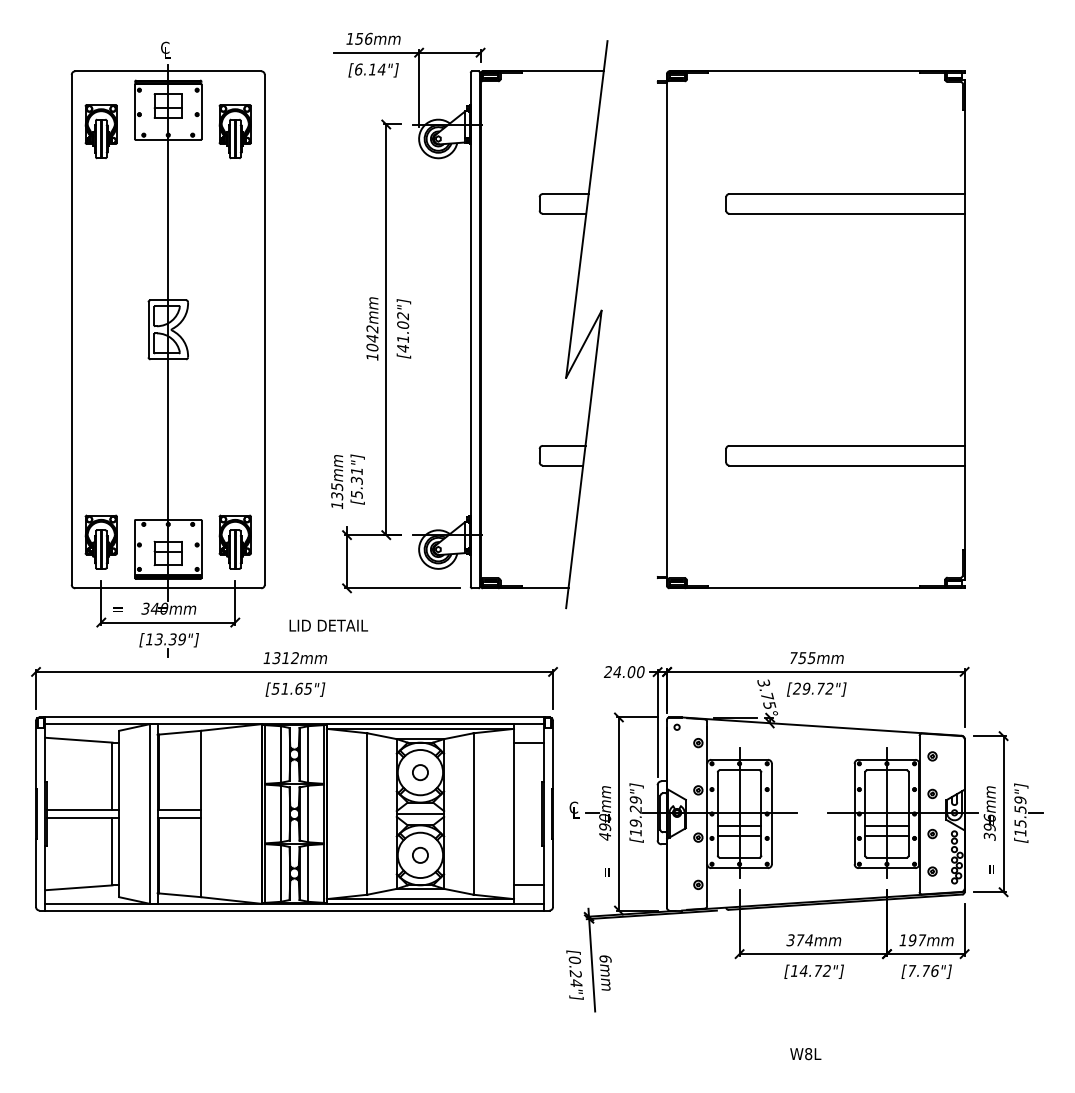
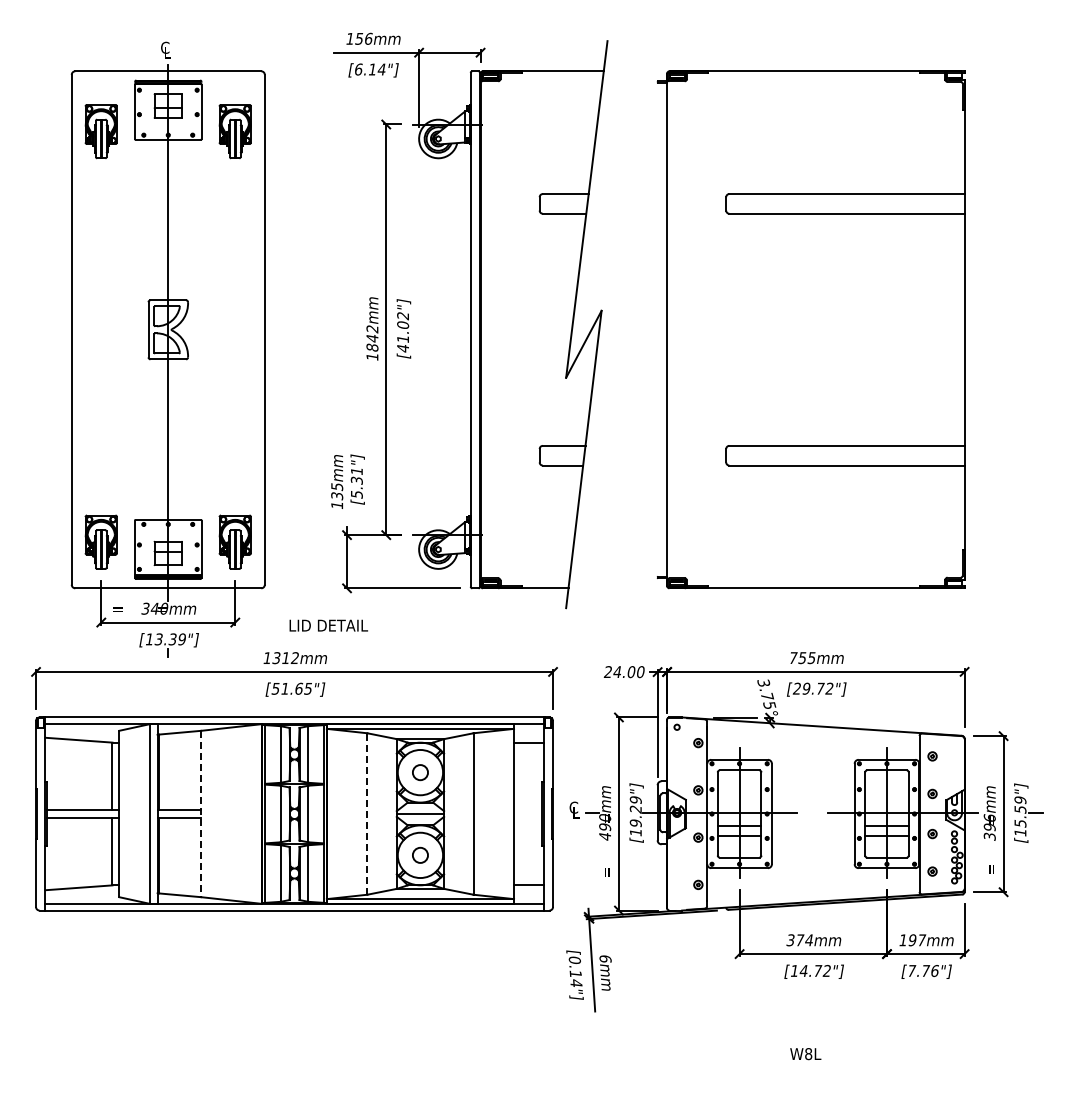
text at (372, 347): 1042mm -> 1842mm
line at (201, 814): solid -> dashed
line at (367, 814): solid -> dashed
text at (575, 973): [0.24"] -> [0.14"]
